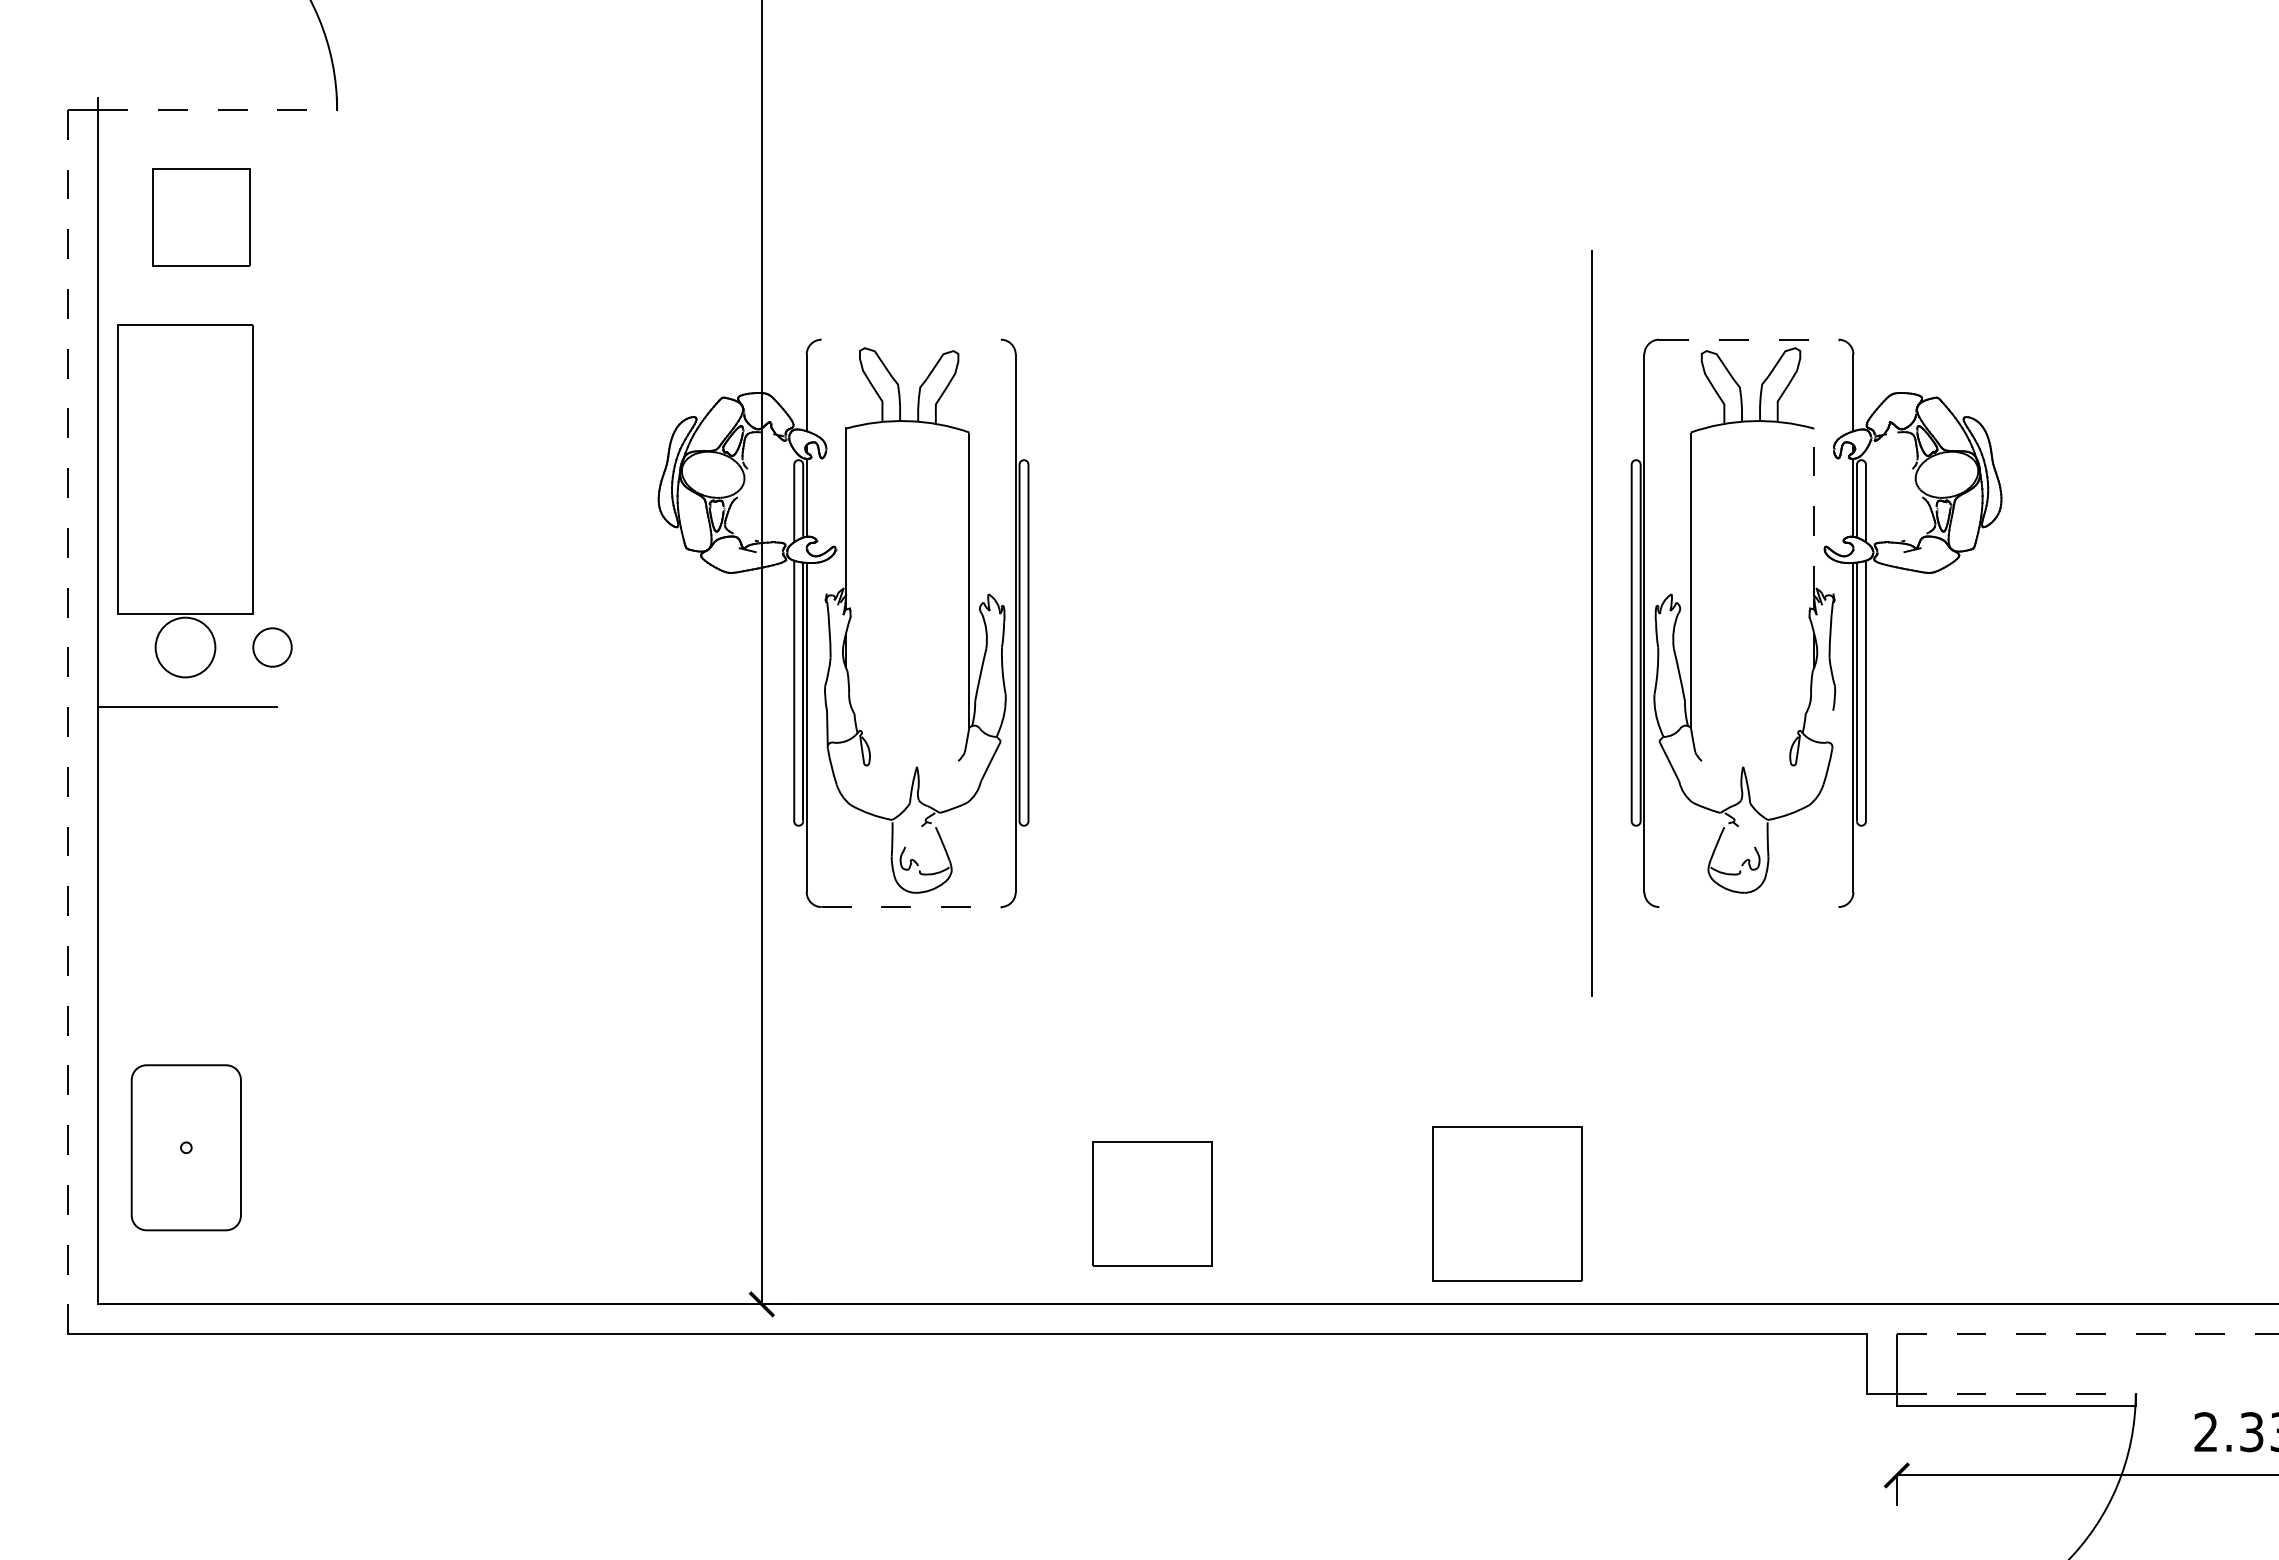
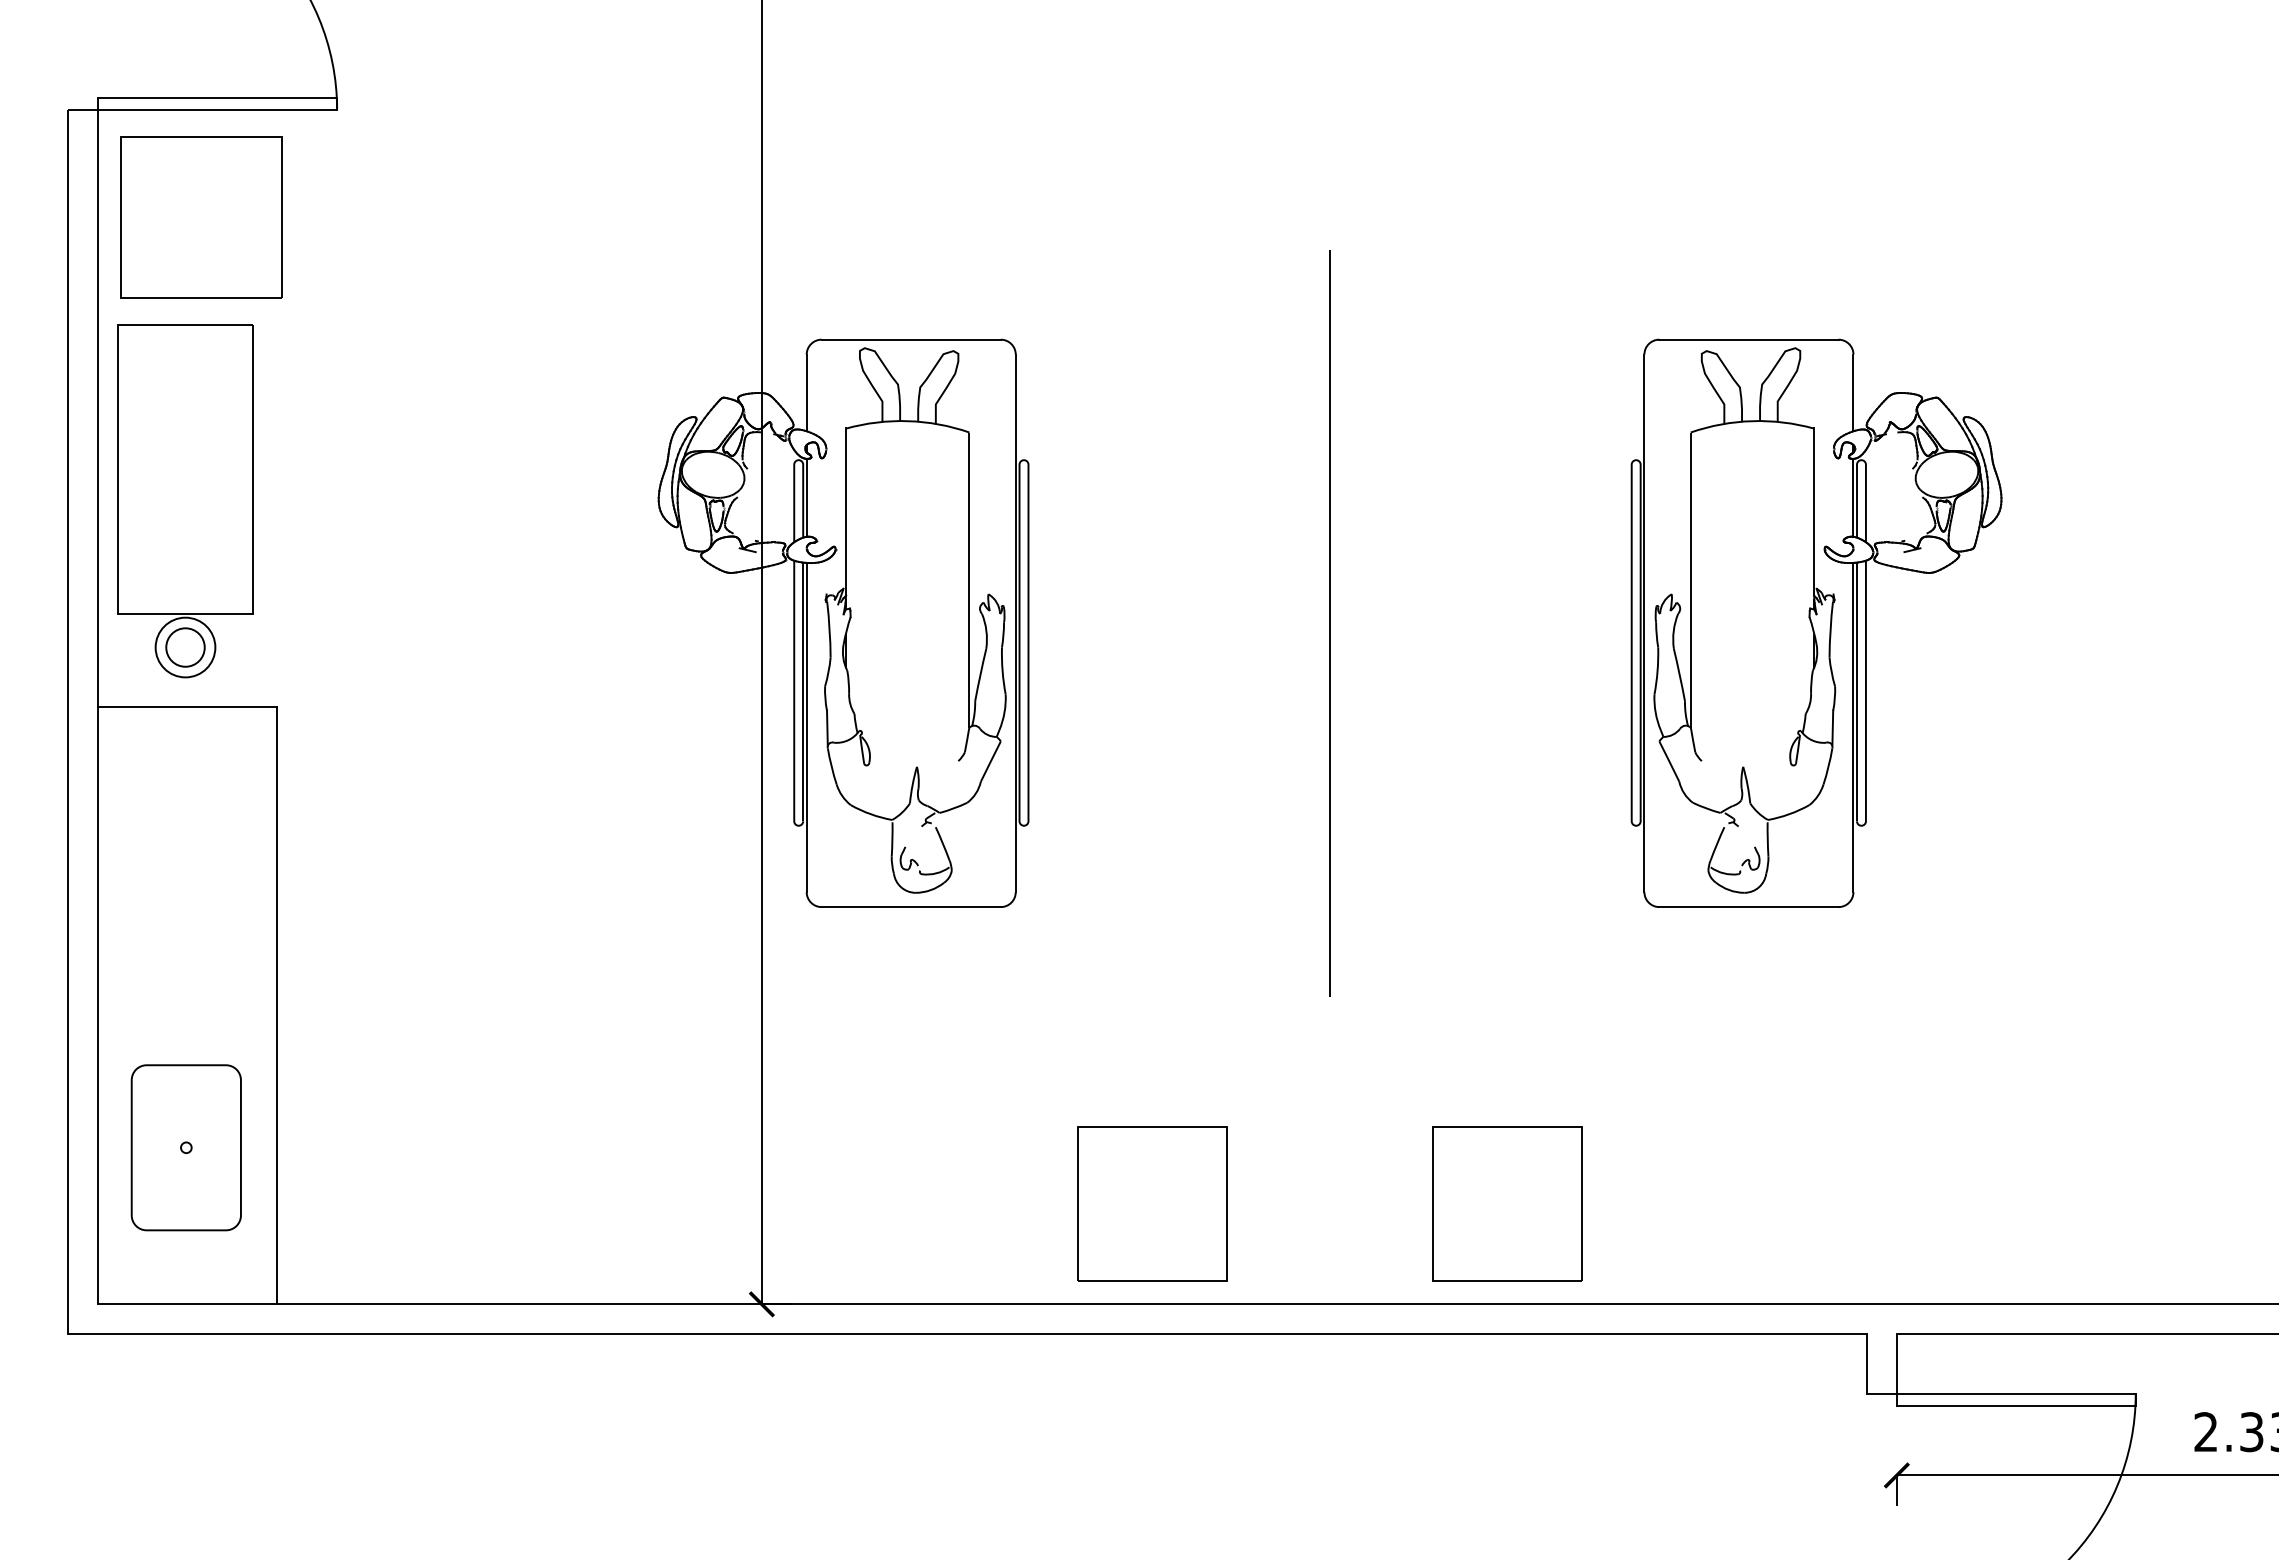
line at (217, 97): none -> present
line at (218, 109): dashed -> solid
part at (201, 217) size: 99x99 px -> 163x163 px
line at (910, 339): none -> present
line at (1748, 339): dashed -> solid
line at (1814, 511): dashed -> solid
line at (1591, 623) position: (1591, 623) -> (1329, 623)
circle at (272, 647) position: (272, 647) -> (185, 647)
line at (68, 722): dashed -> solid
line at (1832, 727): none -> present
line at (911, 907): dashed -> solid
line at (1748, 907): none -> present
line at (277, 1005): none -> present
part at (1152, 1203) size: 121x126 px -> 151x156 px
line at (2087, 1334): dashed -> solid
line at (2016, 1393): dashed -> solid
